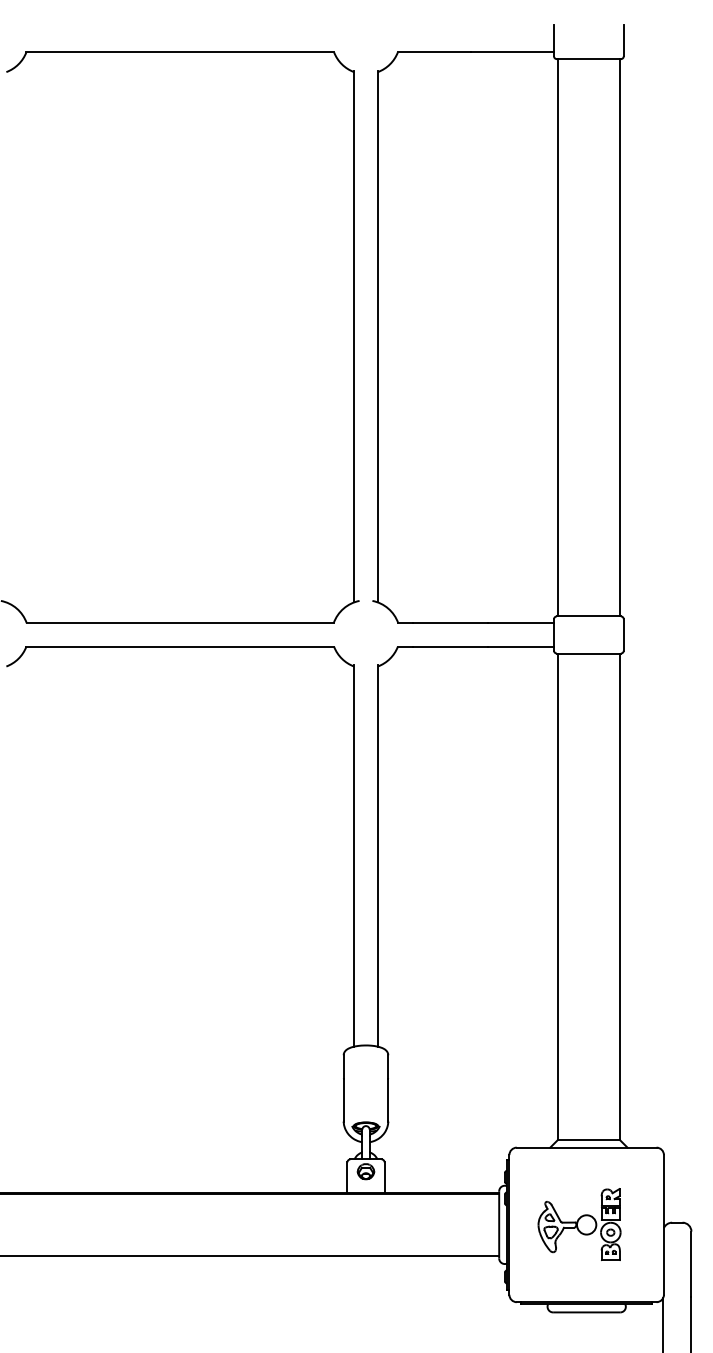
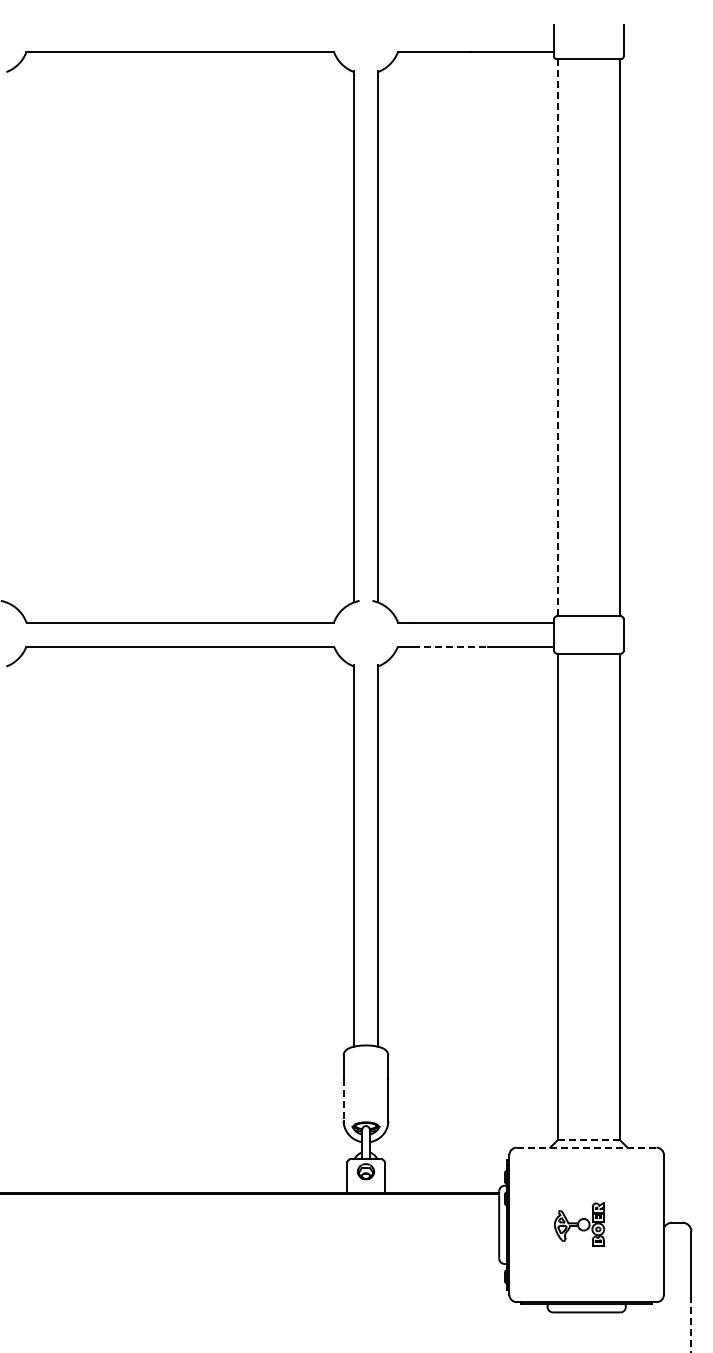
line at (557, 337): solid -> dashed
line at (450, 646): solid -> dashed
line at (343, 1100): solid -> dashed
line at (589, 1140): solid -> dashed
line at (586, 1147): solid -> dashed
part at (579, 1224) size: 85x73 px -> 52x45 px
line at (250, 1256): present -> none
line at (663, 1323): present -> none
line at (691, 1324): solid -> dashed
